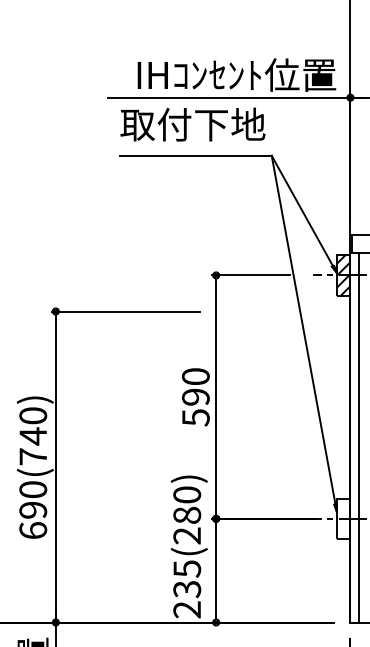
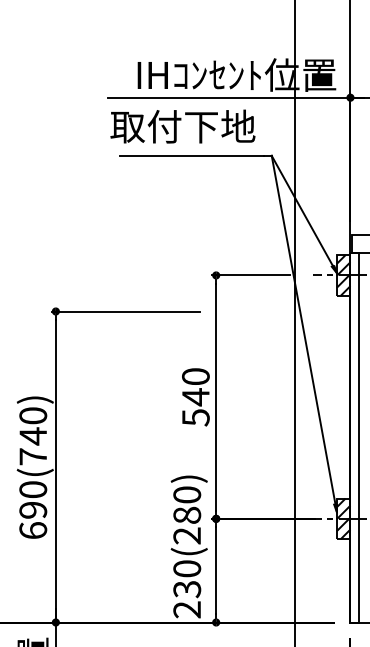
text at (192, 124) position: (192, 124) -> (182, 126)
line at (295, 322): none -> present
text at (195, 397): 590 -> 540
hatch at (343, 518): none -> present
text at (187, 568): 235(280) -> 230(280)
